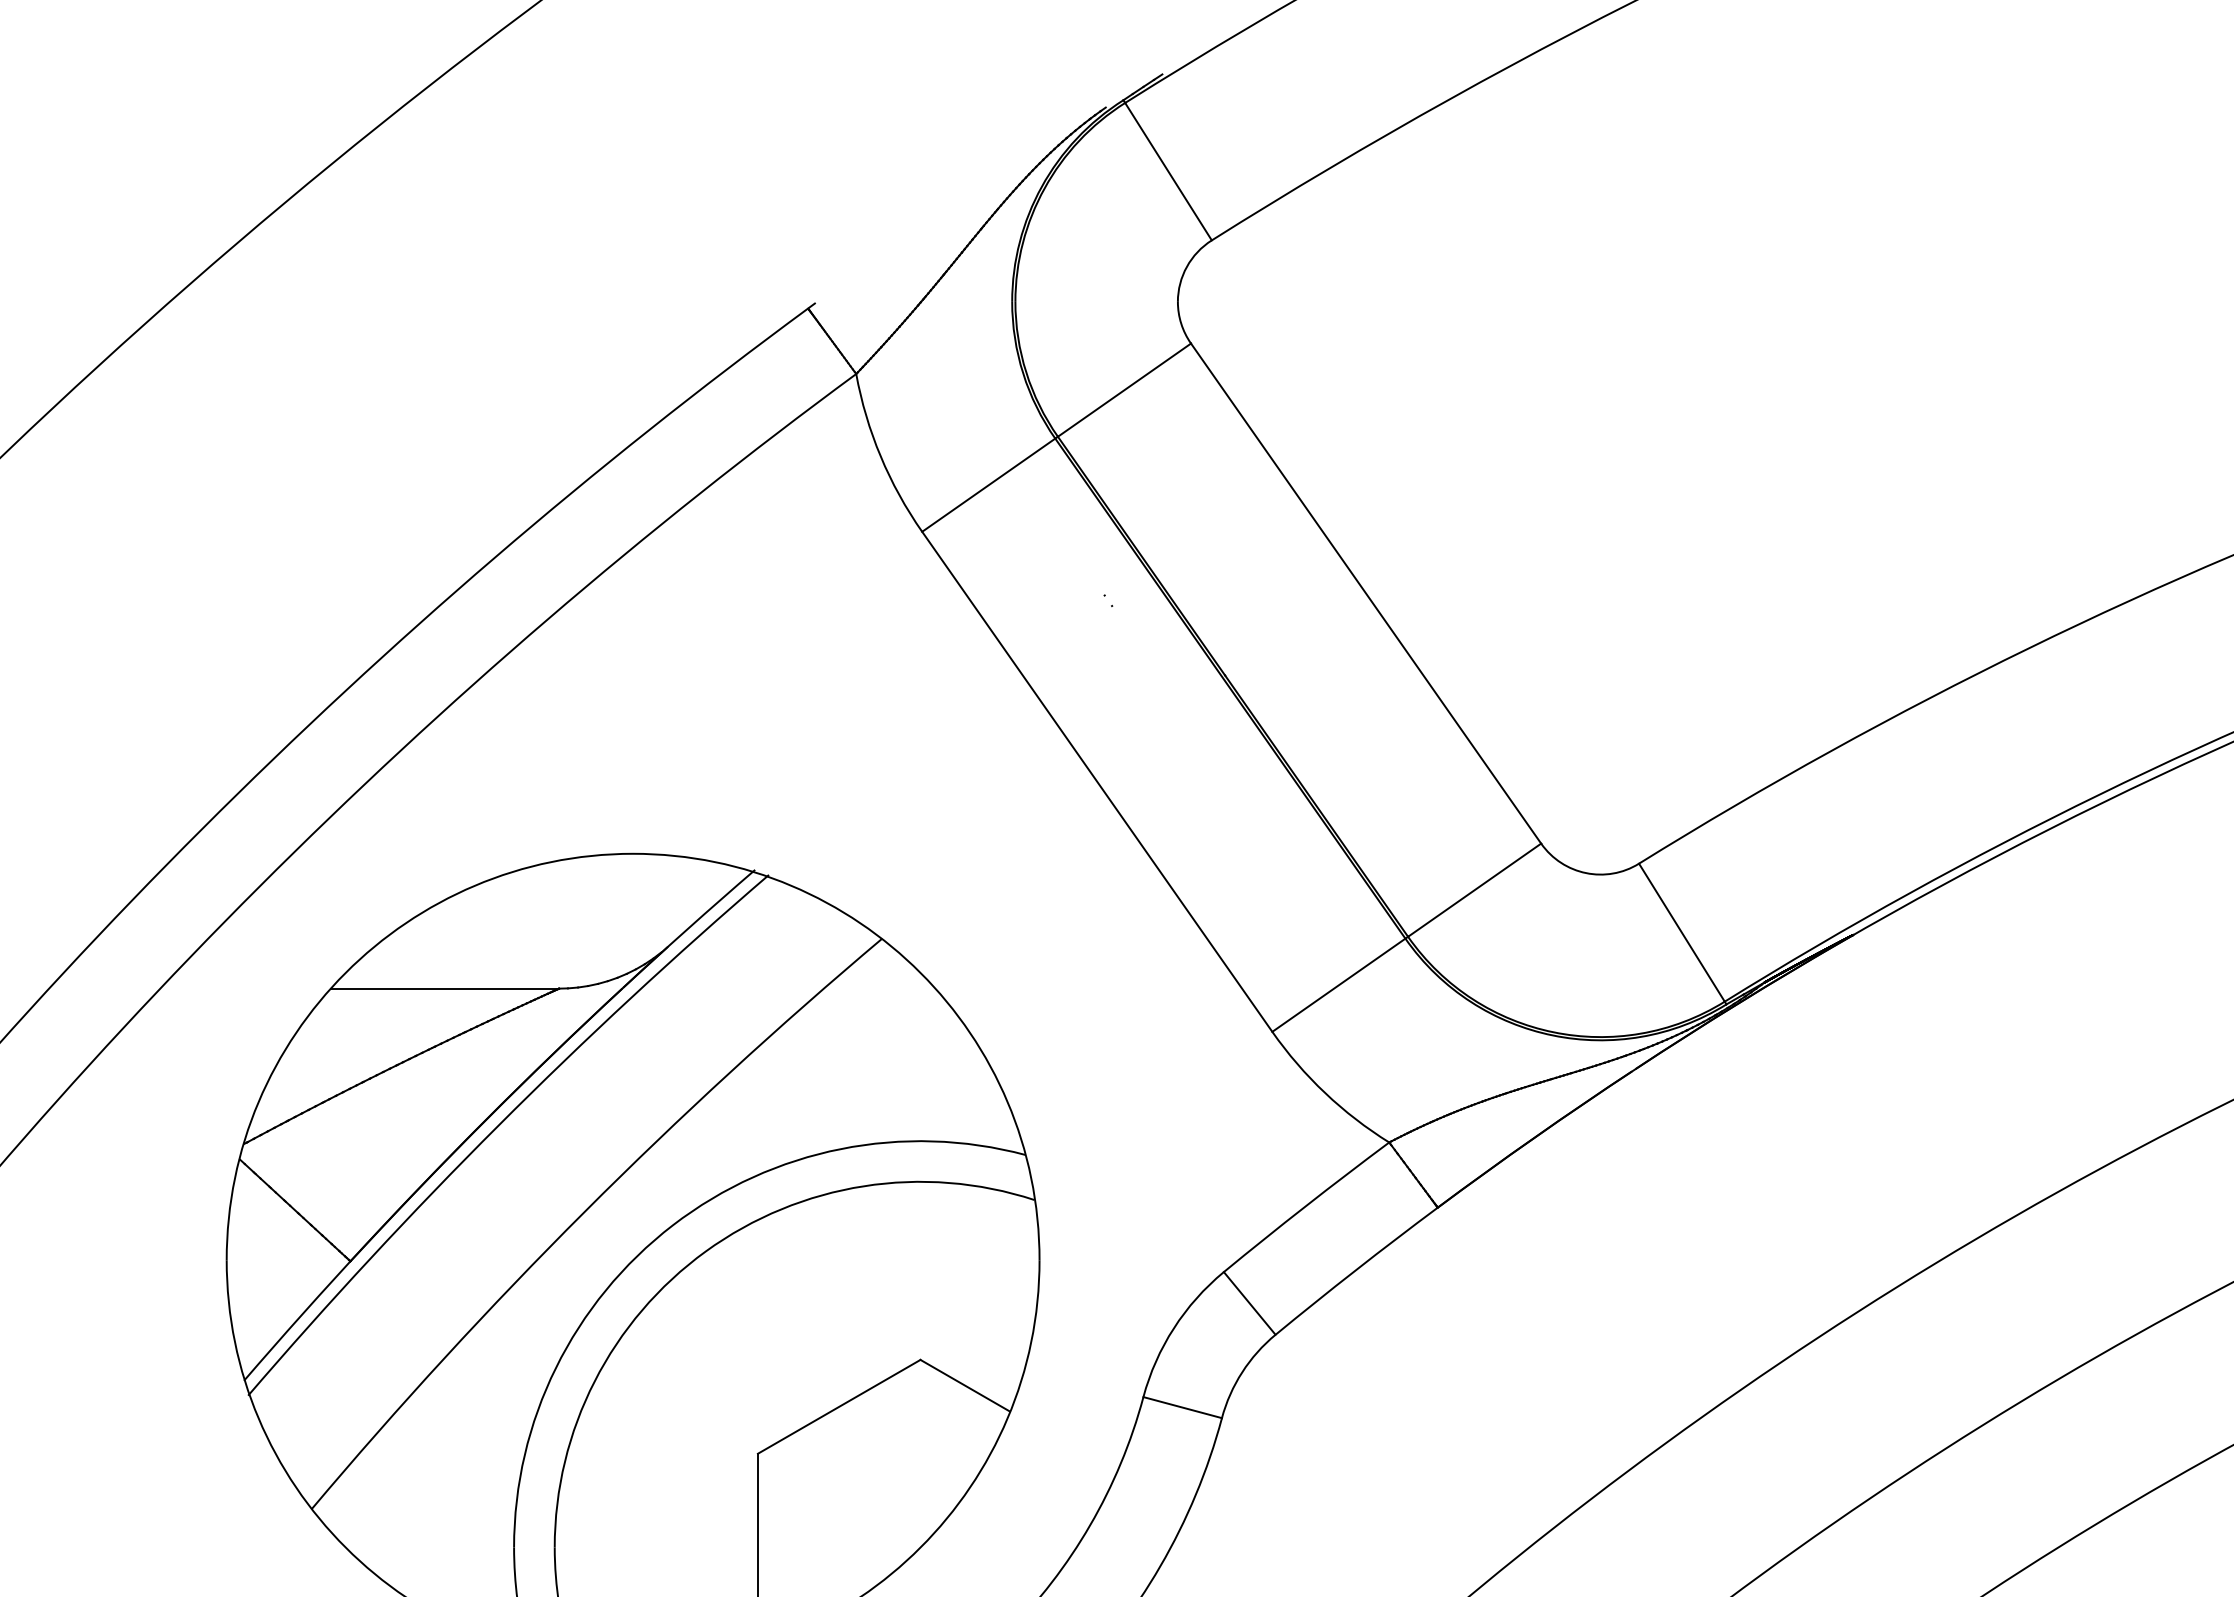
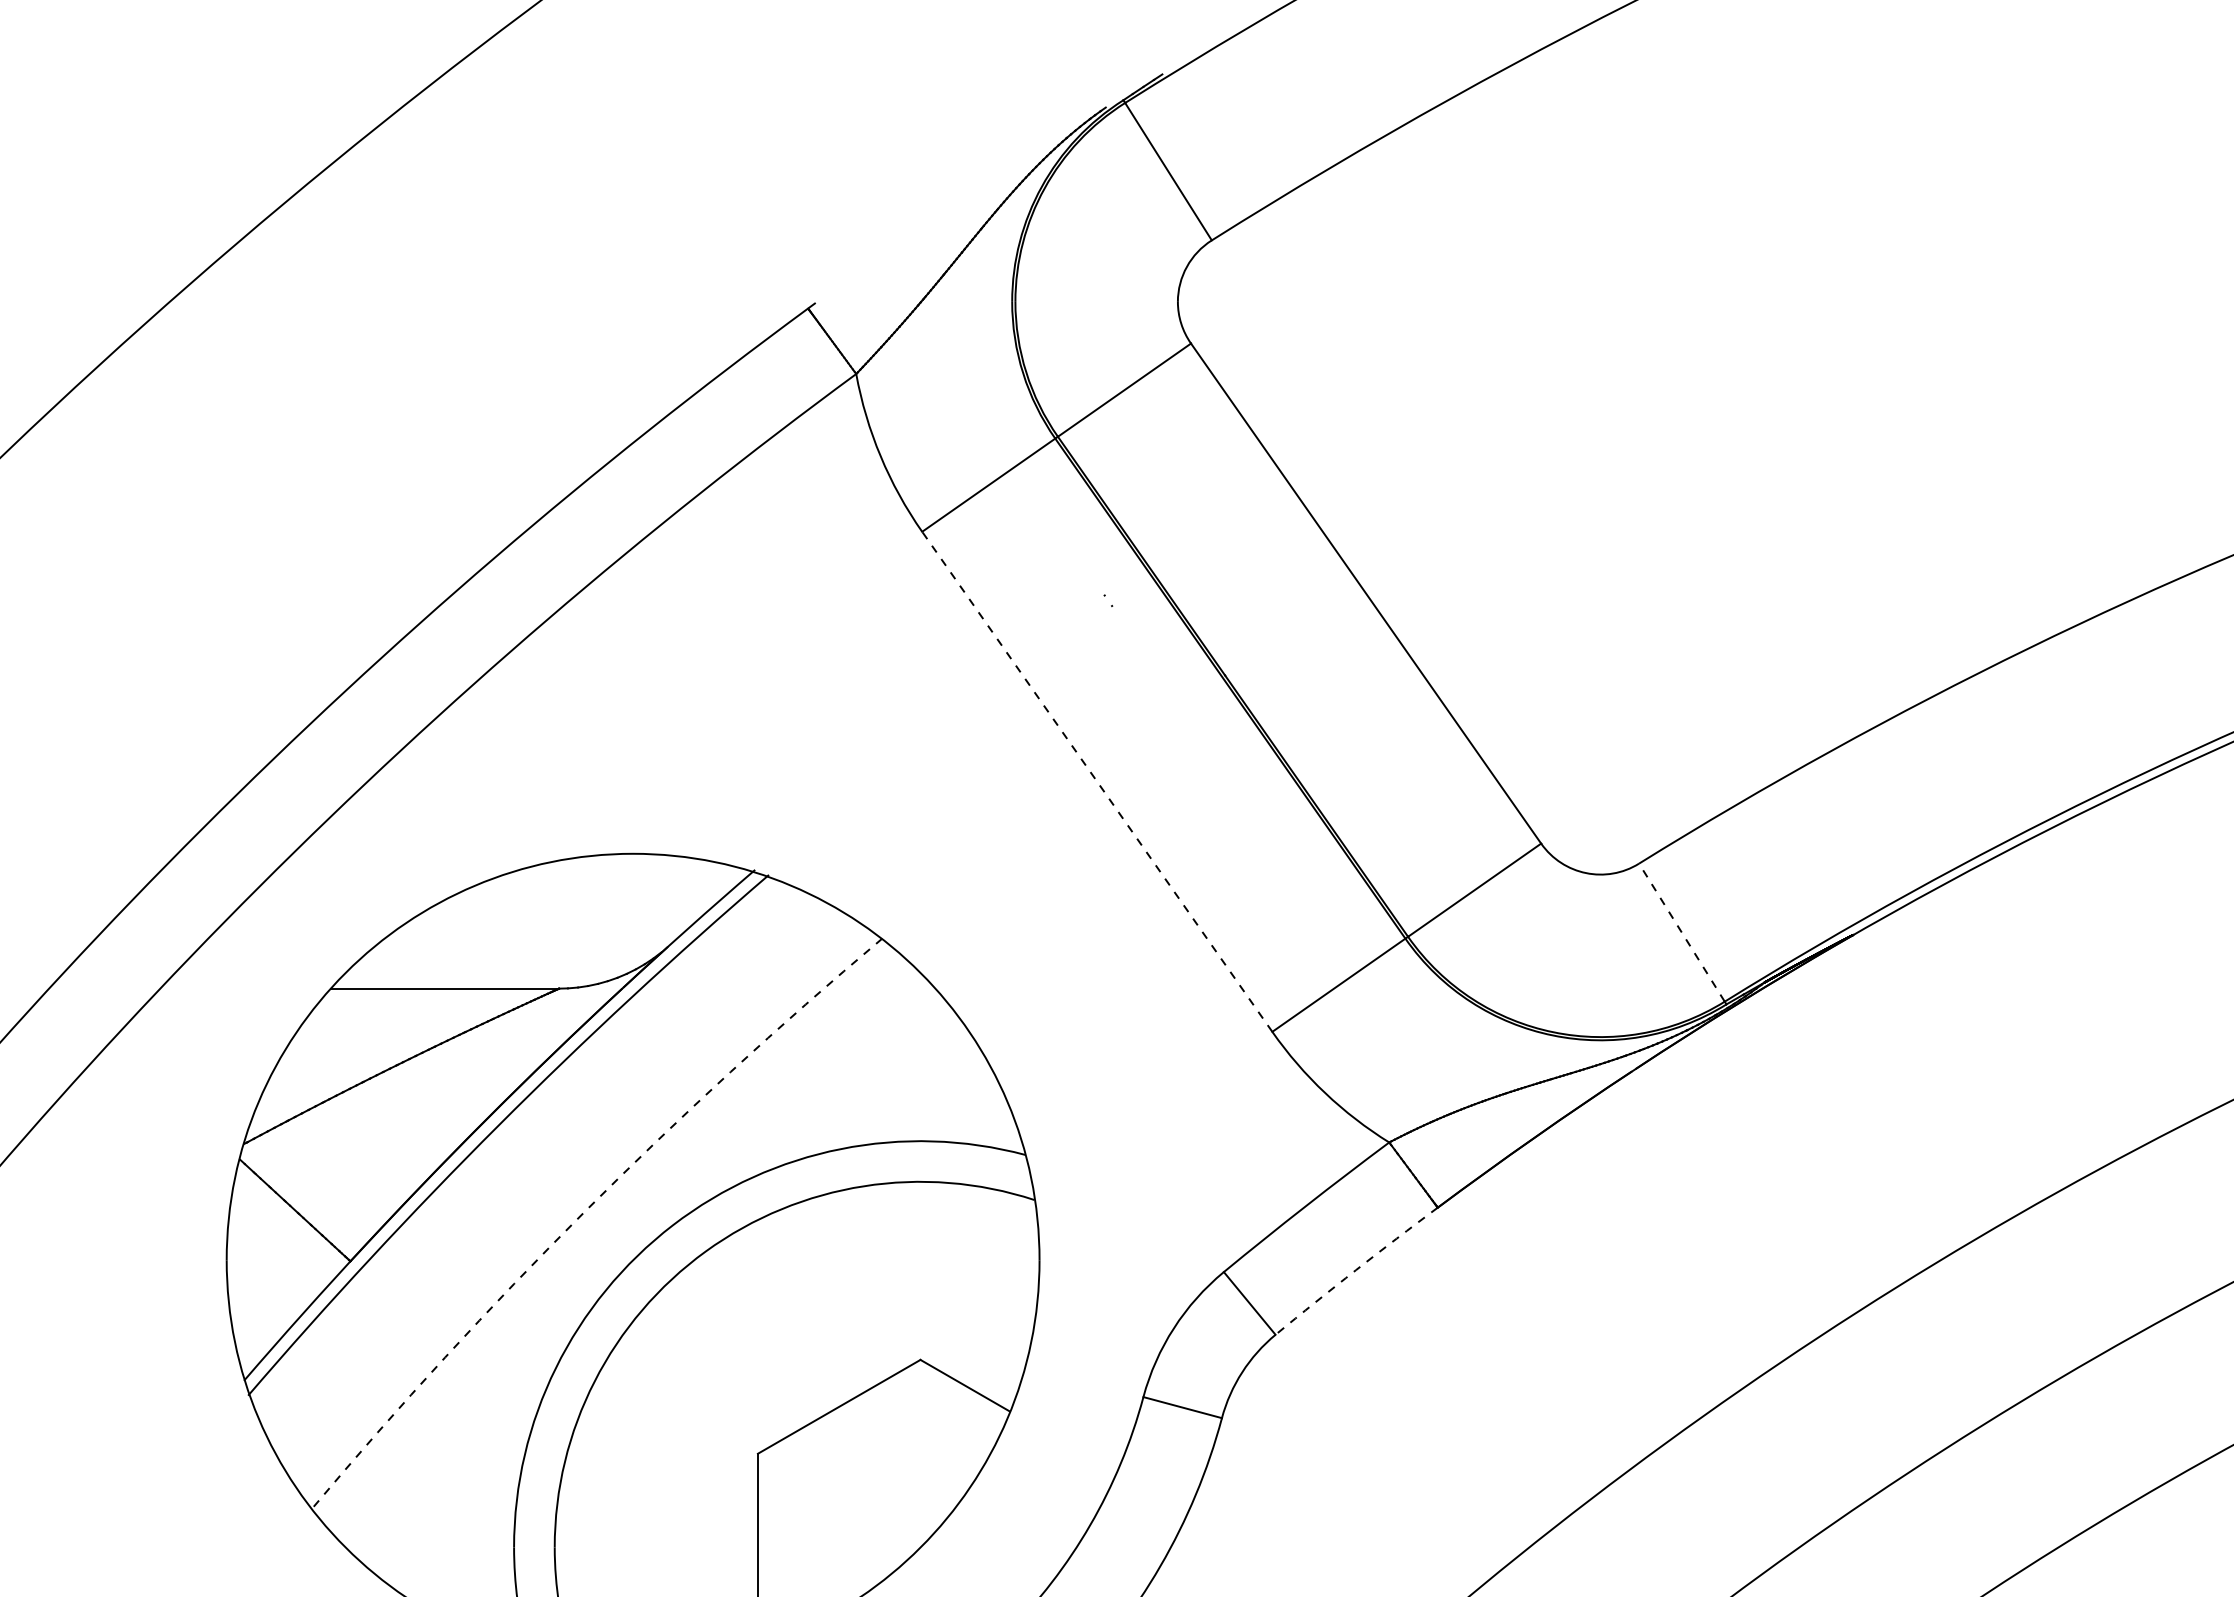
line at (1097, 781): solid -> dashed
line at (1681, 932): solid -> dashed
arc at (584, 1211): solid -> dashed
arc at (1355, 1270): solid -> dashed
